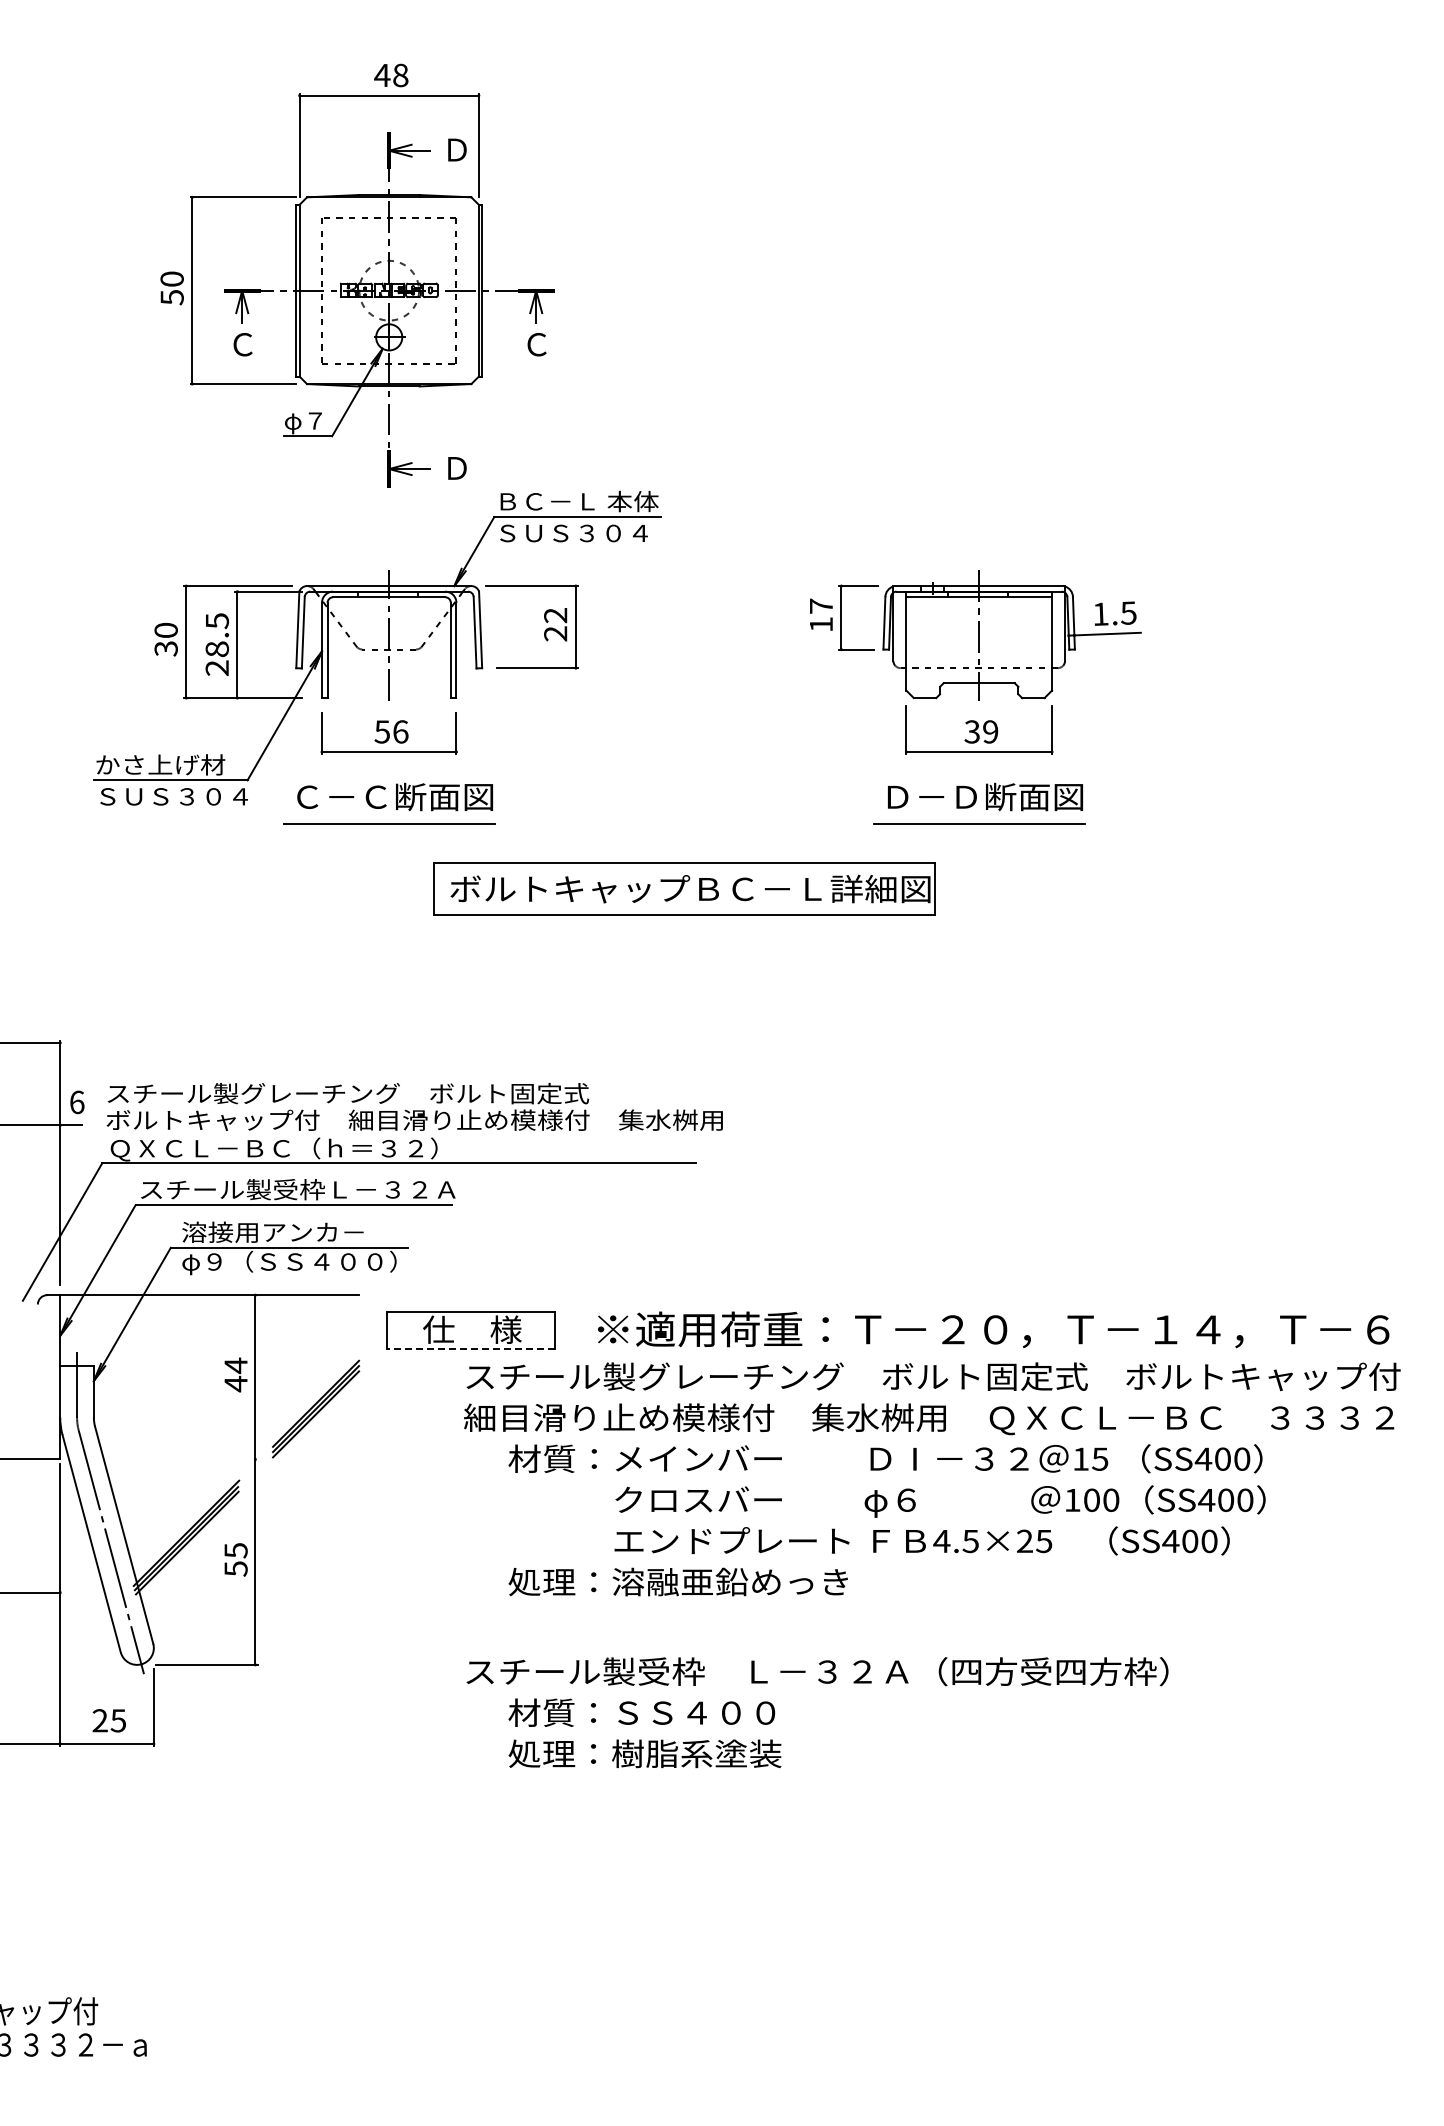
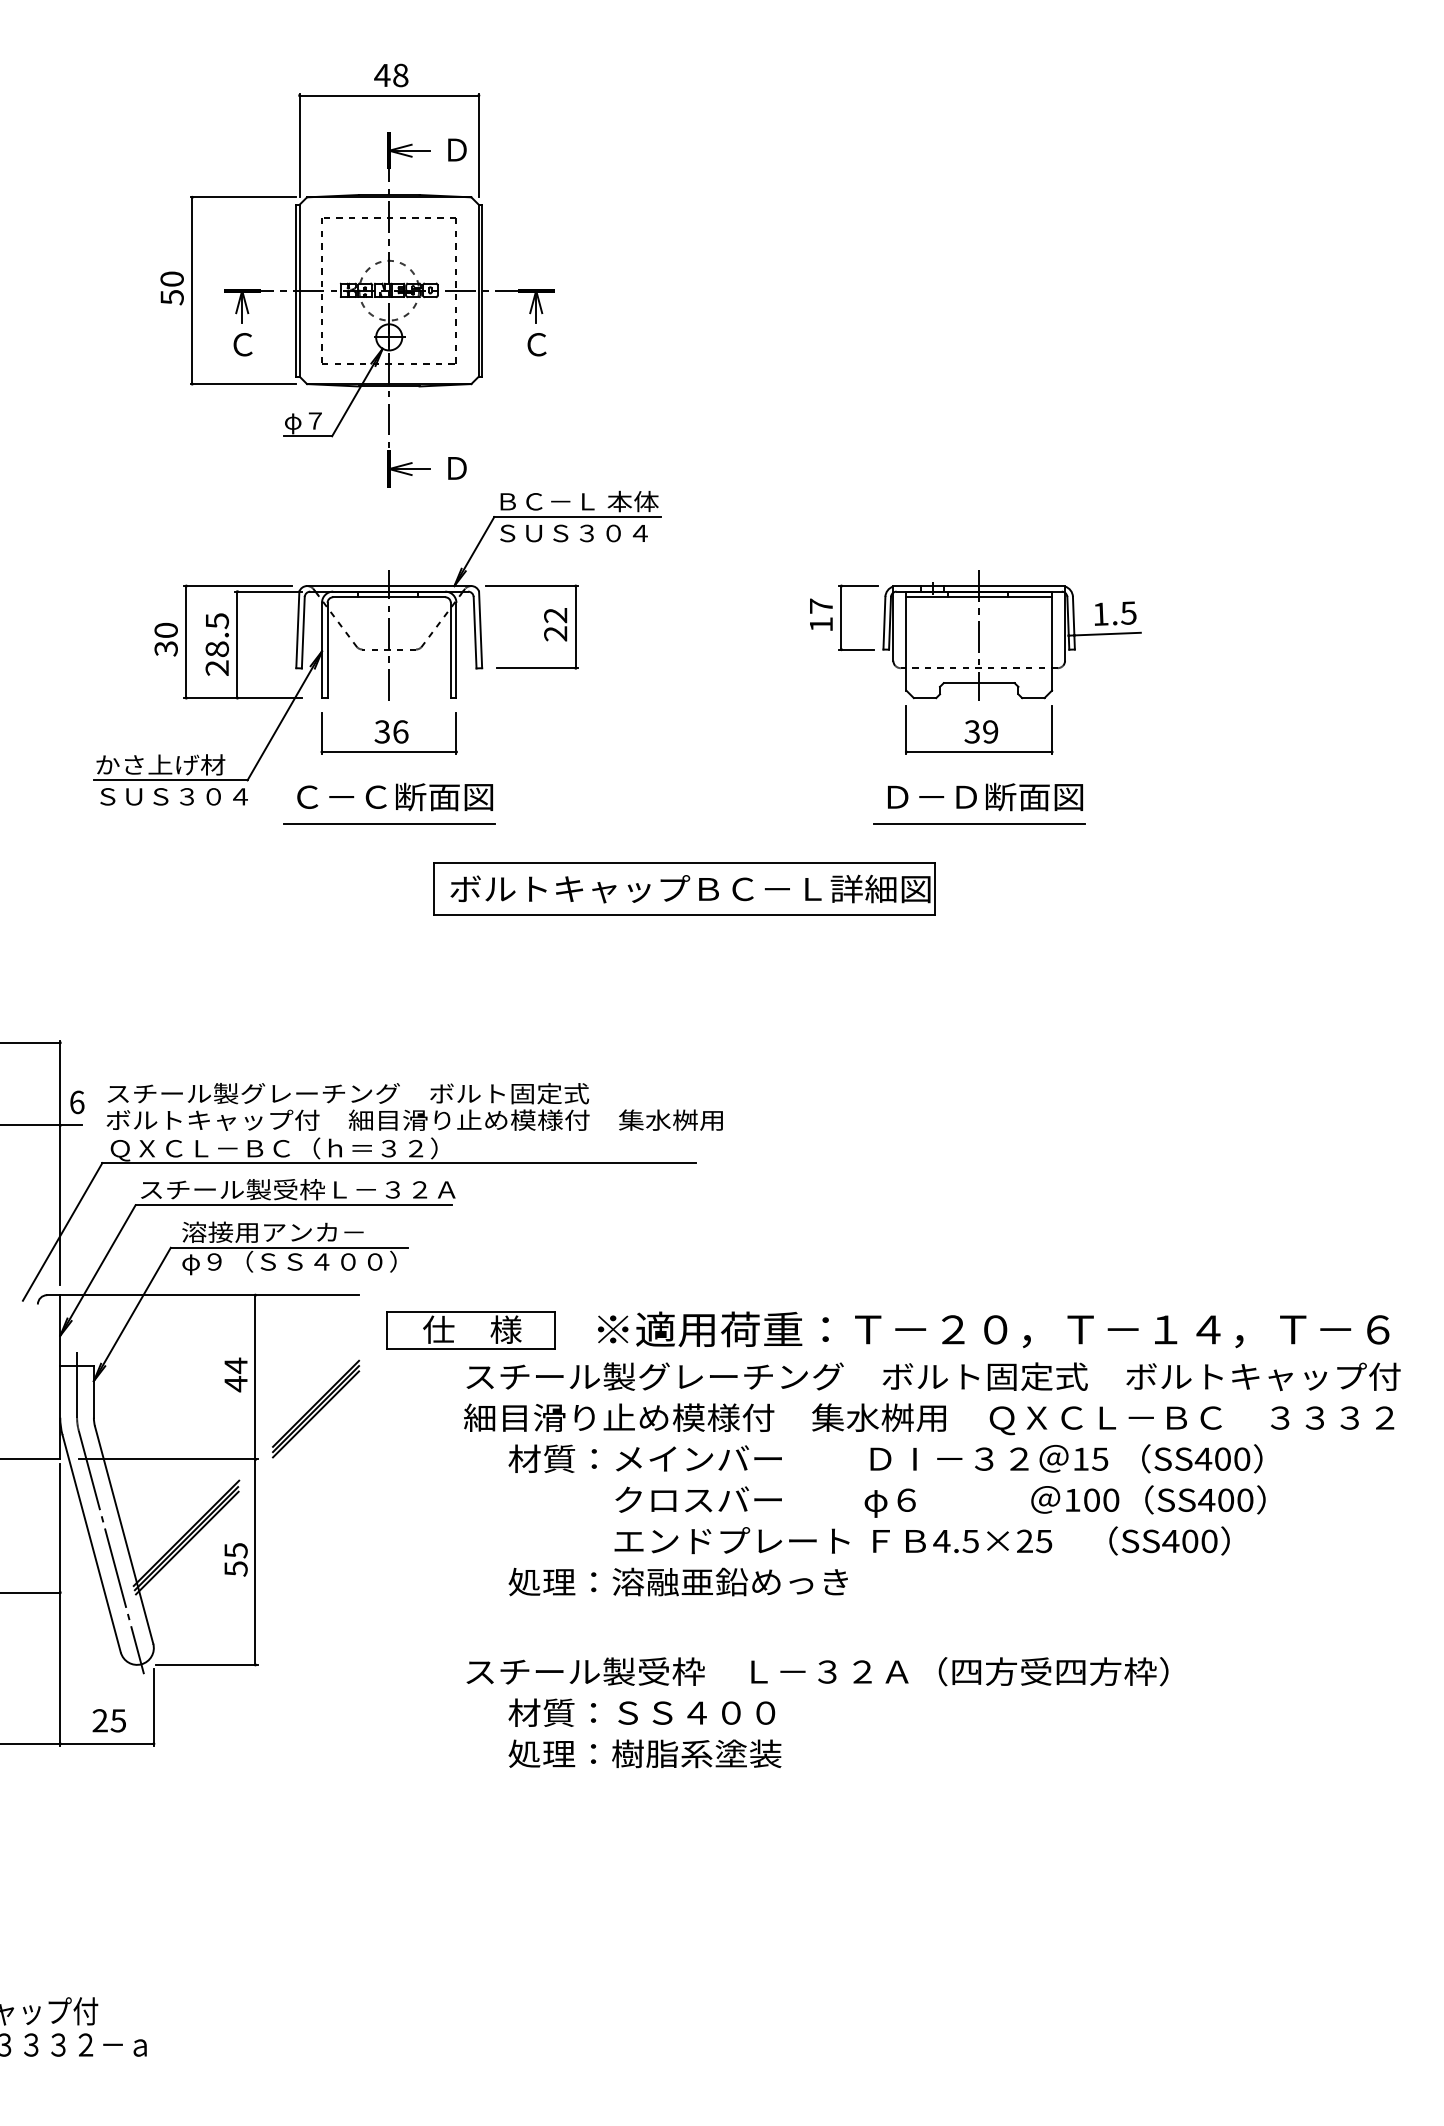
text at (382, 731): 56 -> 36
line at (470, 1349): dashed -> solid
line at (167, 1459): none -> present
